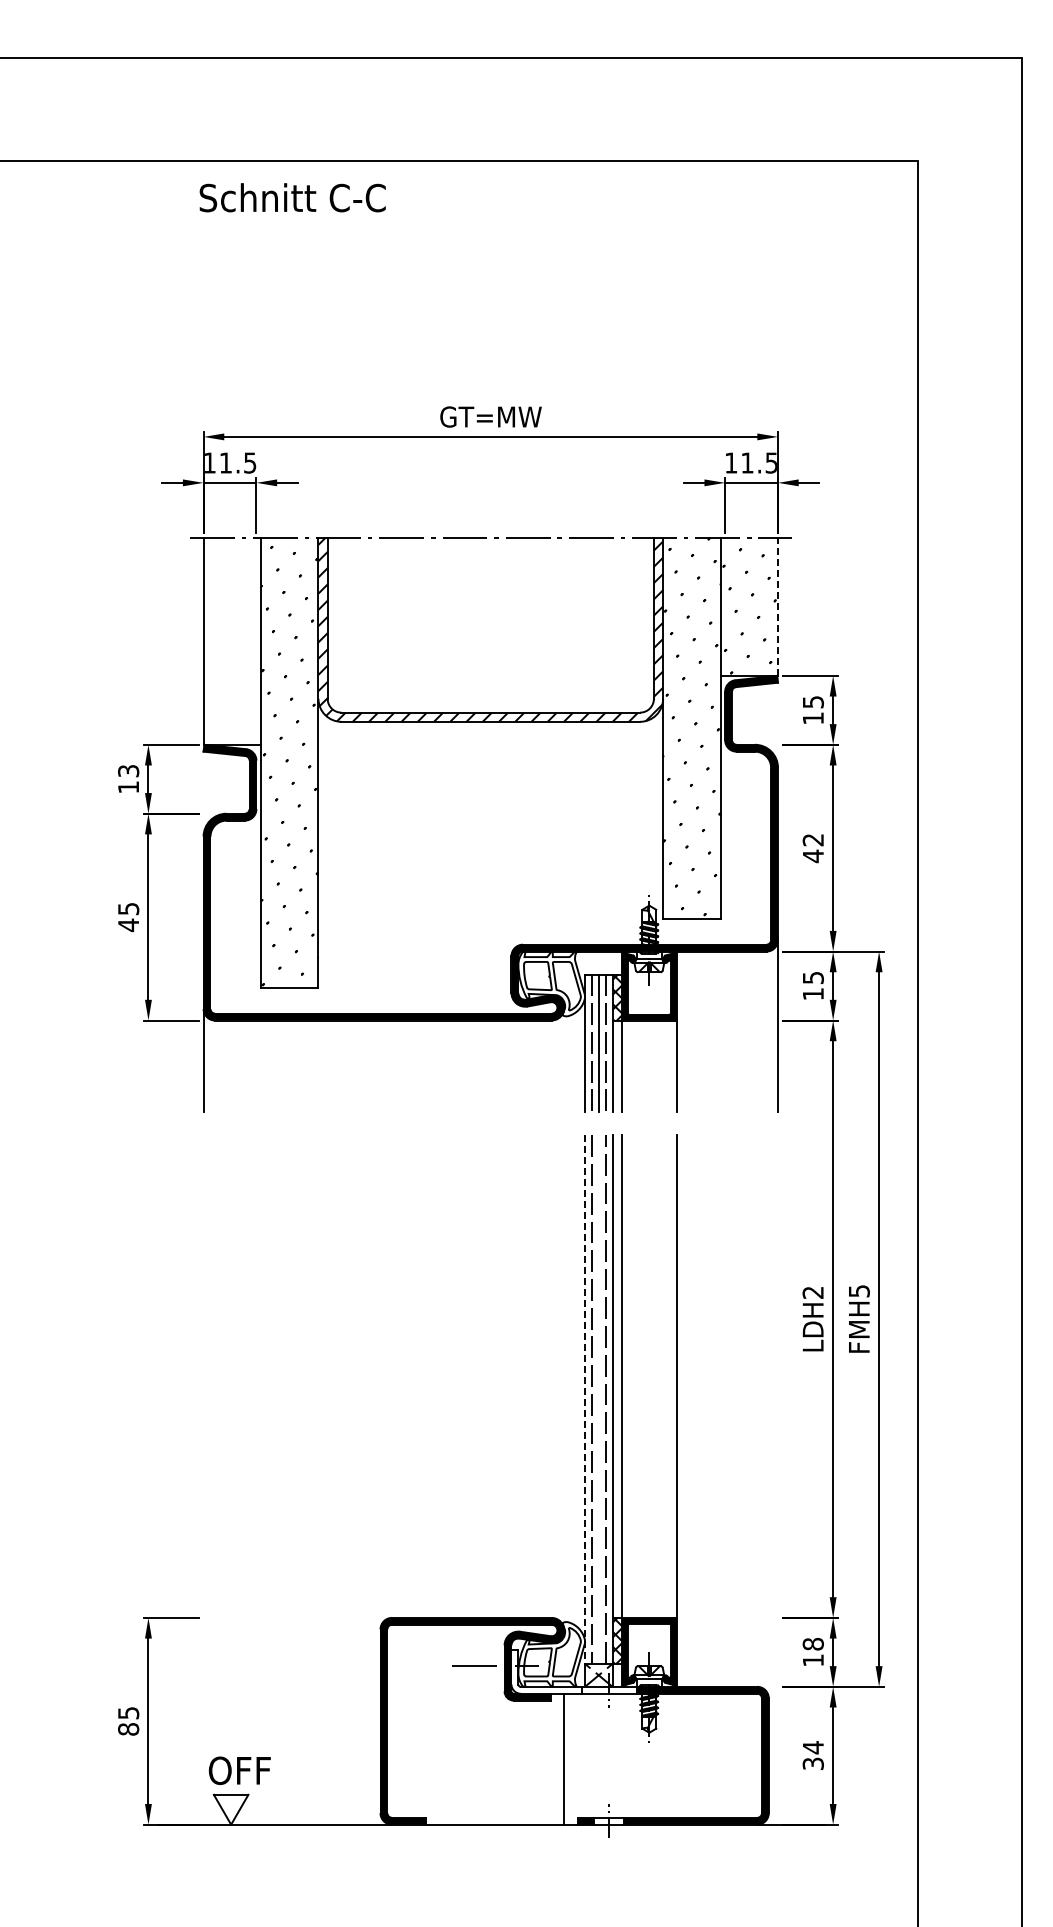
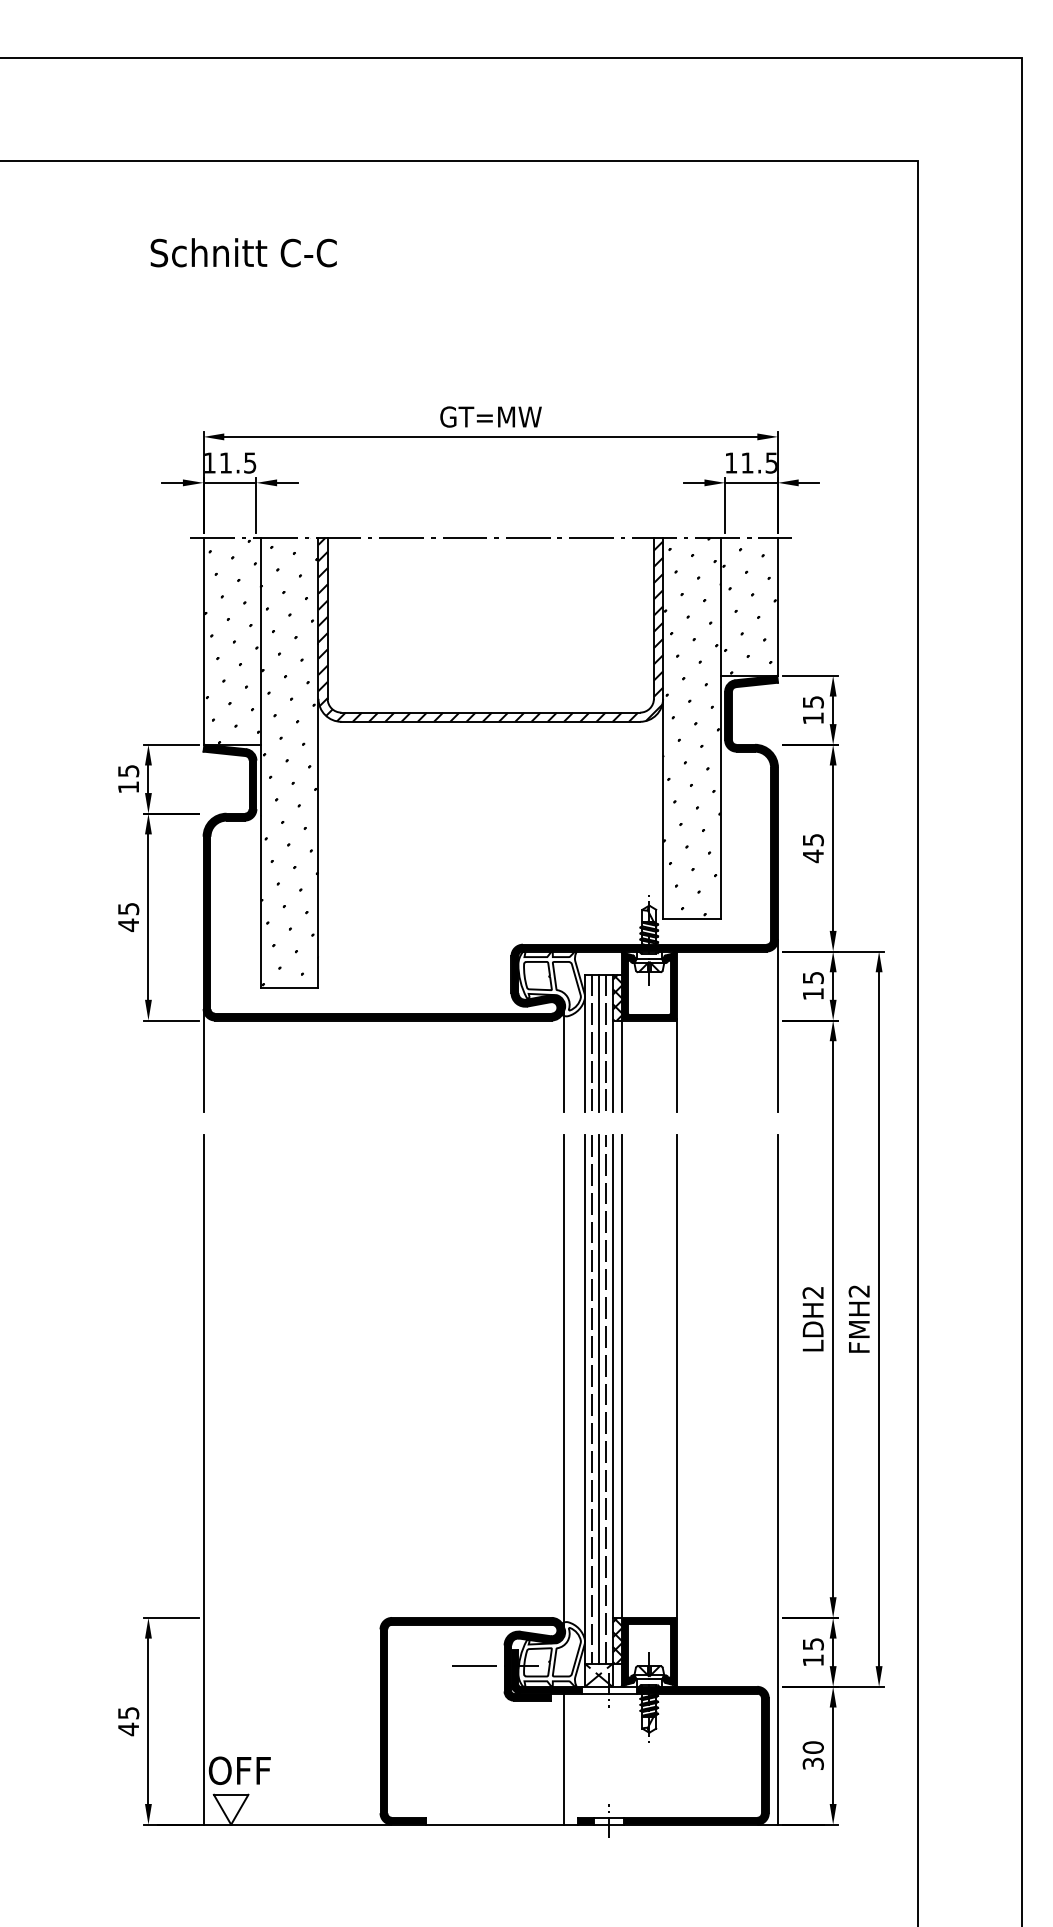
text at (292, 197) position: (292, 197) -> (243, 252)
line at (778, 606): dashed -> solid
hatch at (232, 641): none -> present
text at (128, 770): 13 -> 15
text at (812, 840): 42 -> 45
line at (564, 1059): none -> present
text at (858, 1291): FMH5 -> FMH2
line at (564, 1382): none -> present
line at (598, 1399): none -> present
line at (585, 1400): dashed -> solid
line at (203, 1479): none -> present
line at (778, 1479): none -> present
text at (812, 1643): 18 -> 15
fill at (546, 1671): none -> present
text at (128, 1729): 85 -> 45
text at (812, 1747): 34 -> 30
